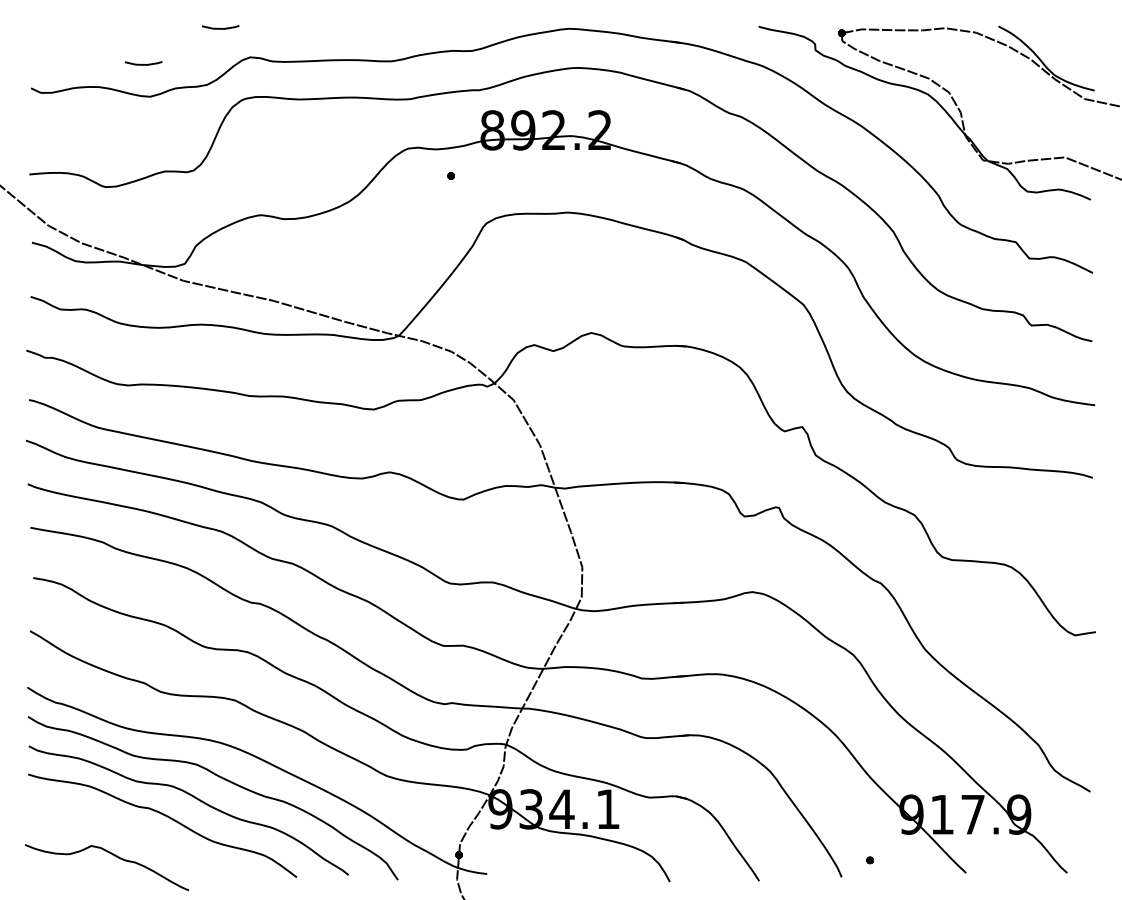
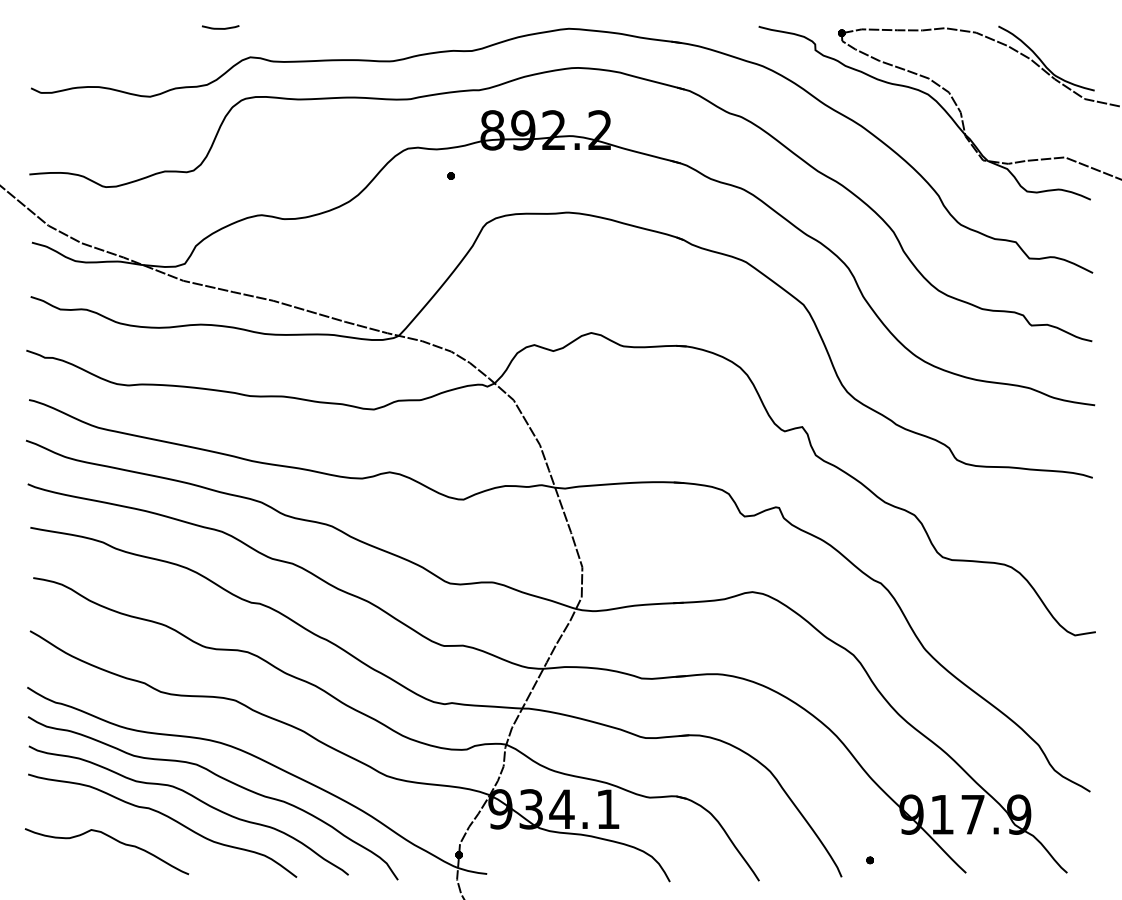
curve at (143, 64): present -> none
curve at (112, 855) position: (112, 855) -> (112, 839)
